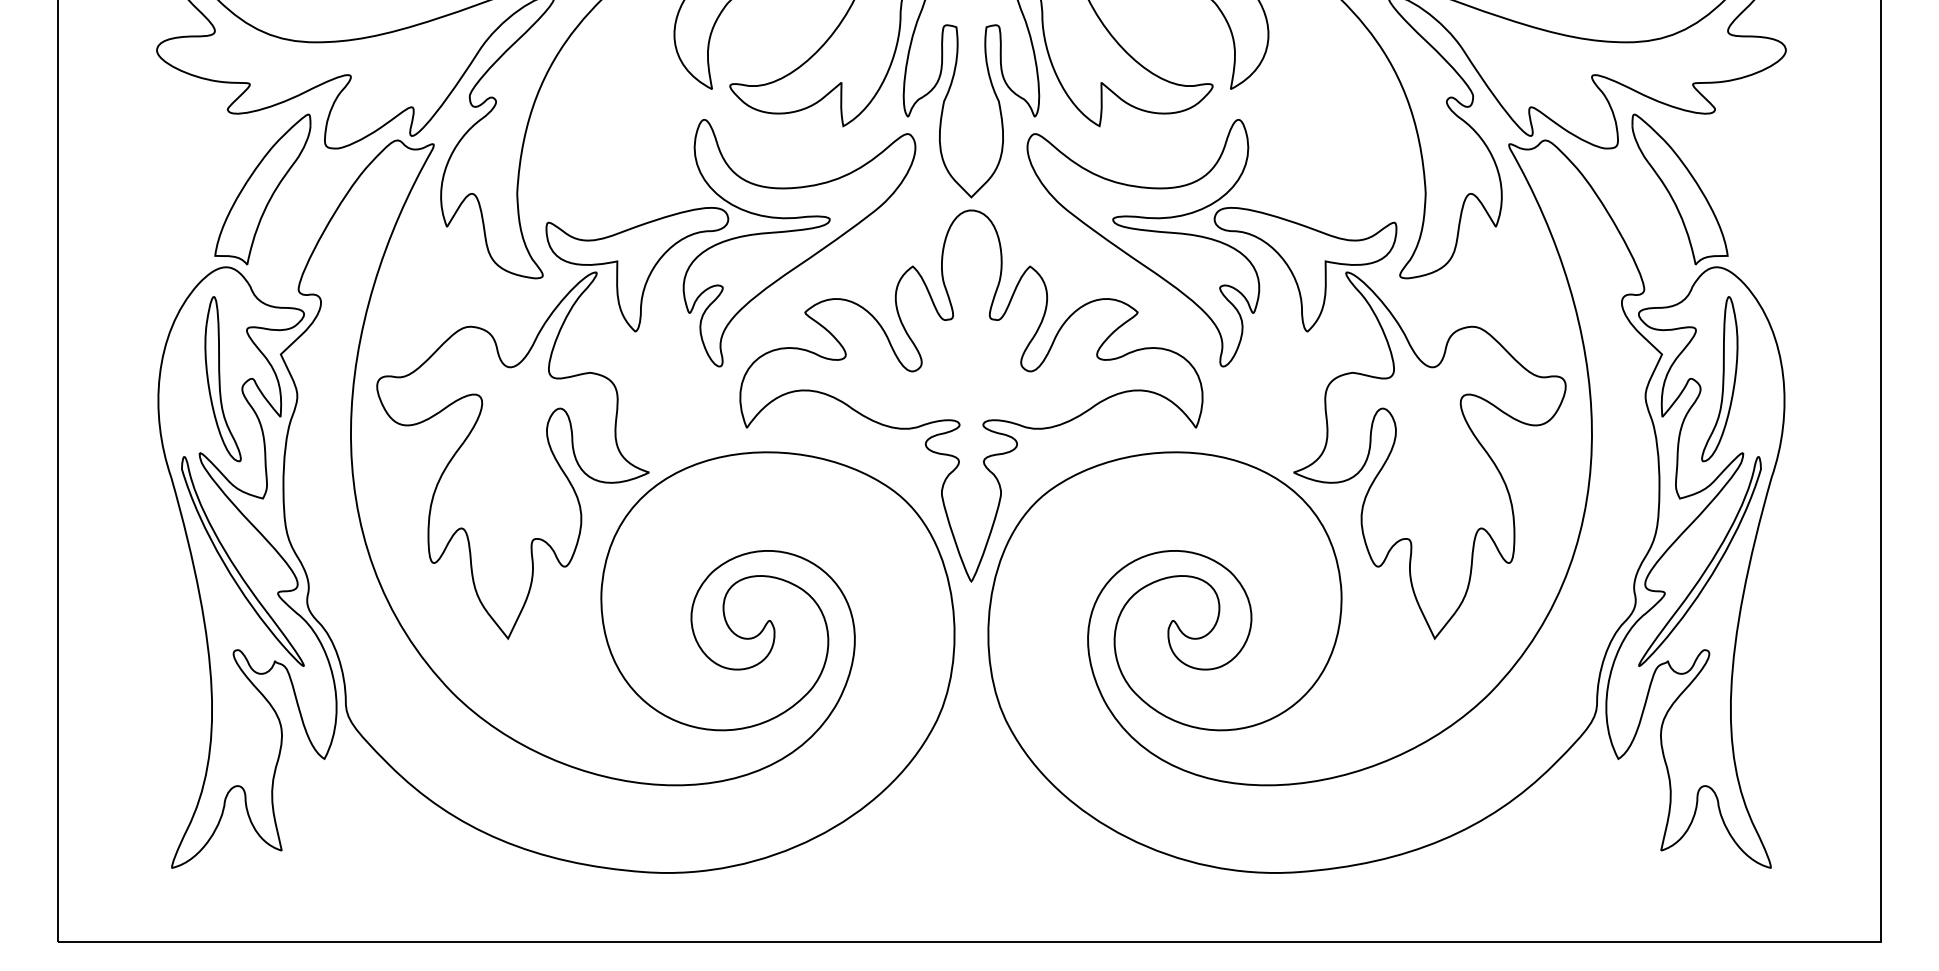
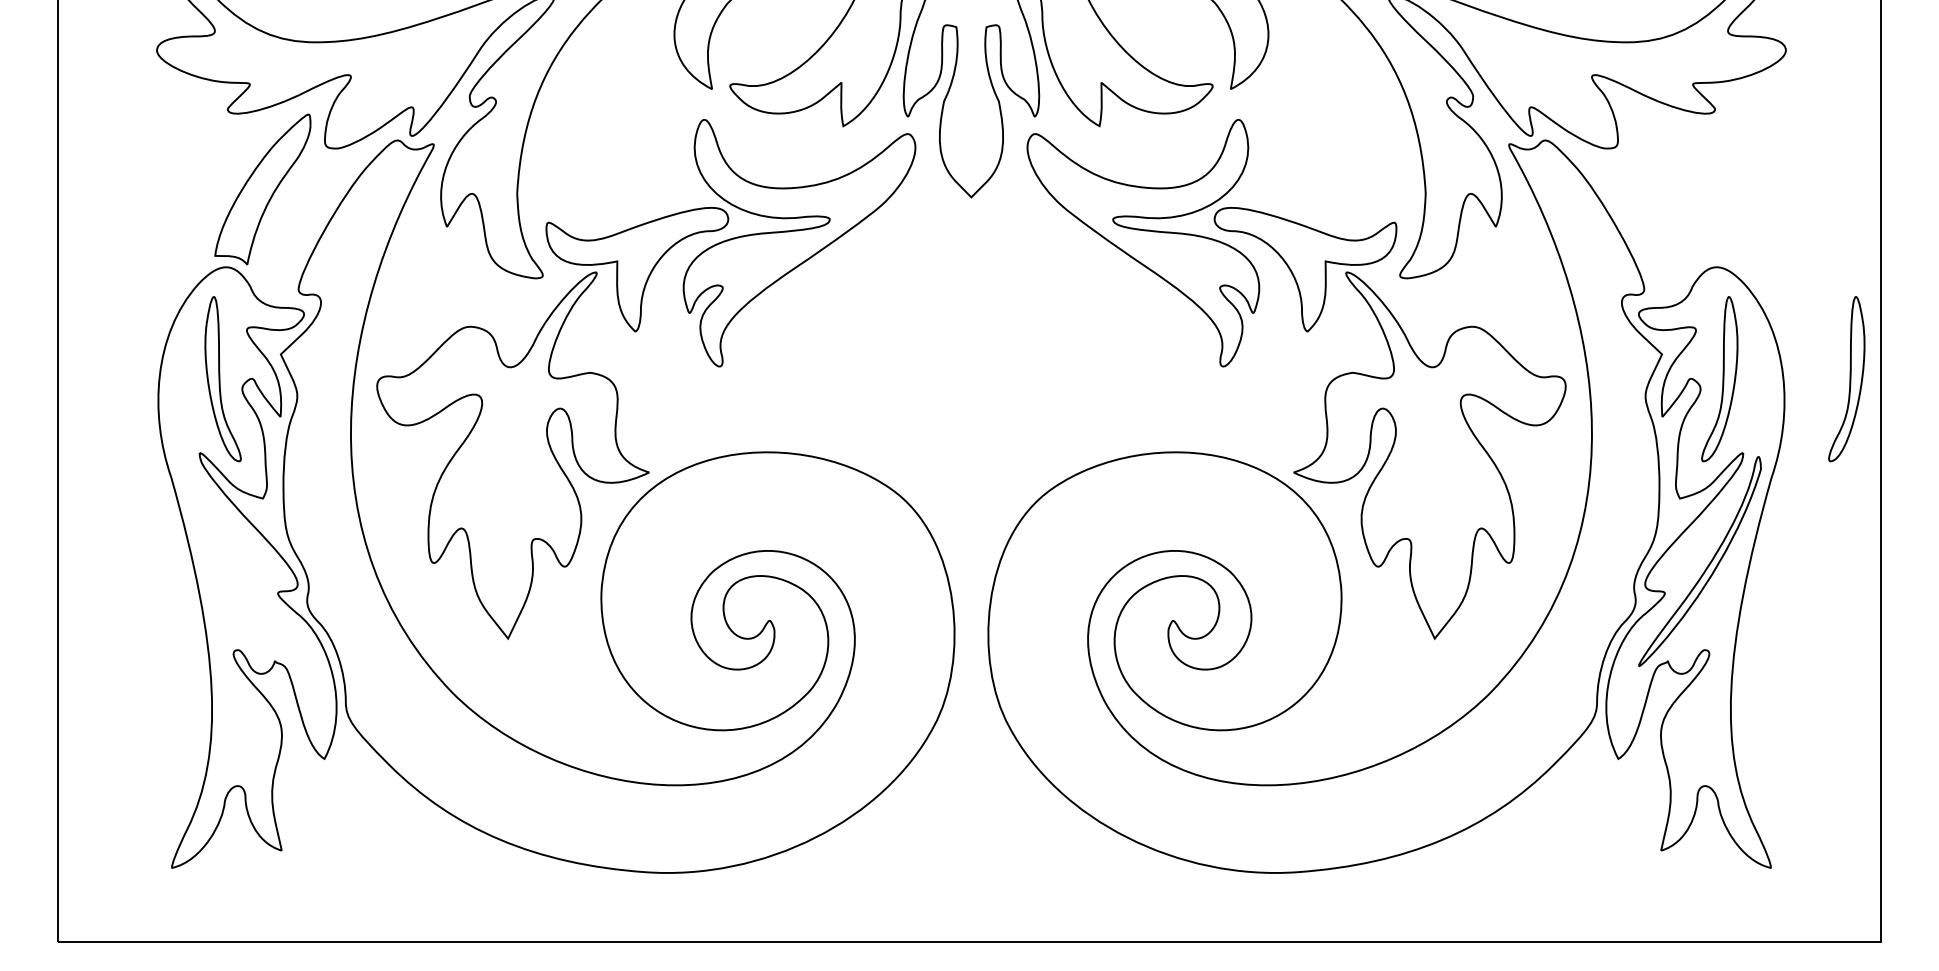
part at (1679, 189): present -> none
part at (1846, 379): none -> present
part at (971, 395): present -> none
part at (235, 565): present -> none
